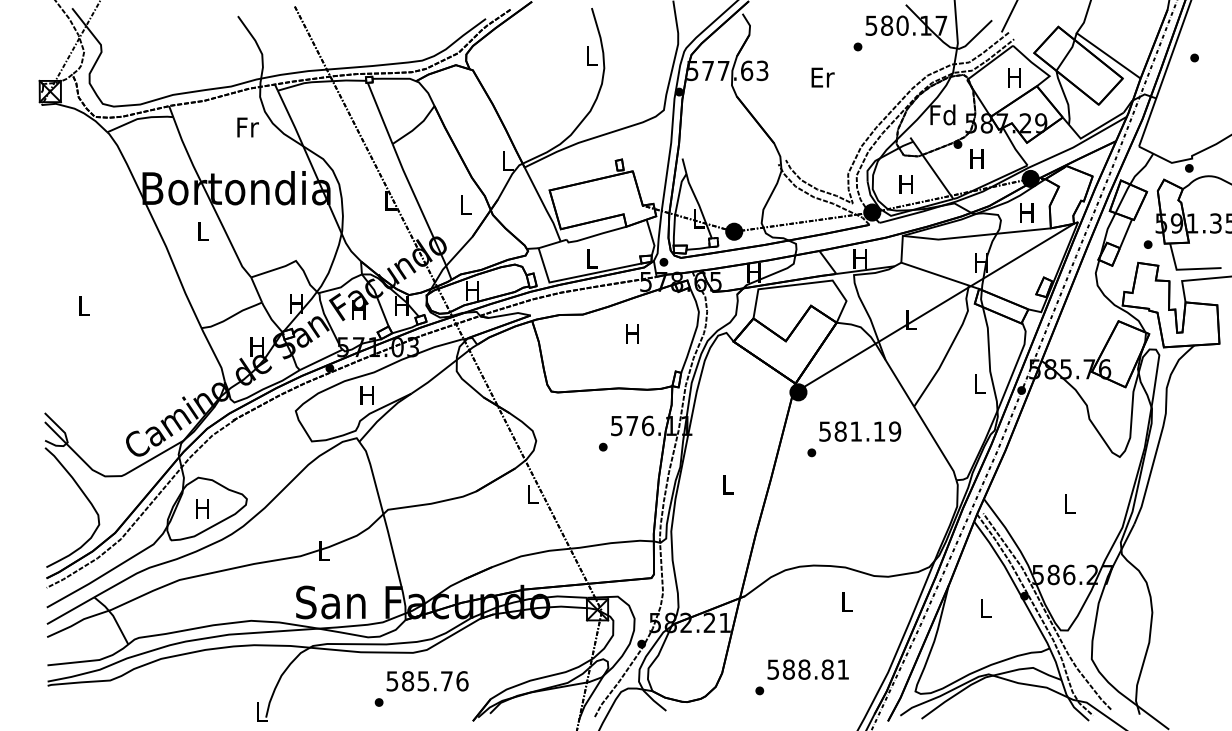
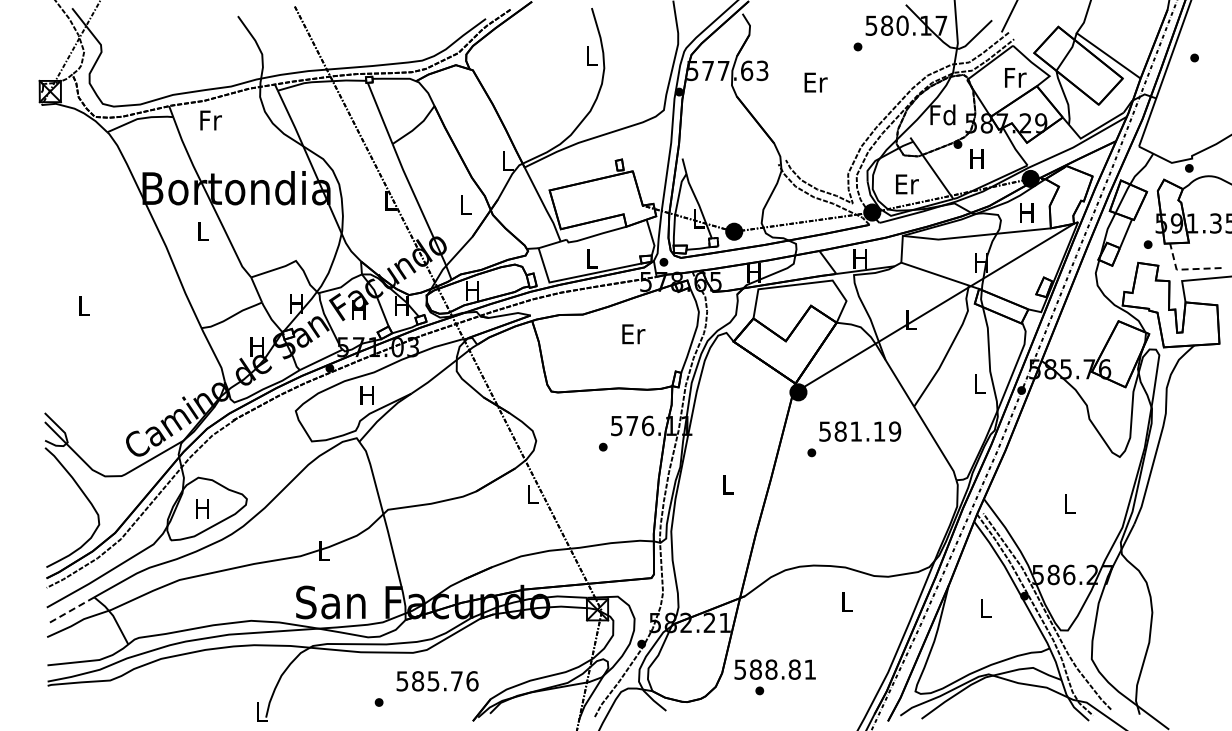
text at (822, 77) position: (822, 77) -> (815, 82)
text at (1015, 77): H -> Fr
text at (247, 127) position: (247, 127) -> (210, 120)
text at (907, 184): H -> Er
line at (1184, 269): solid -> dashed
text at (633, 334): H -> Er
line at (70, 611): solid -> dashed
text at (807, 669) position: (807, 669) -> (774, 669)
text at (427, 681) position: (427, 681) -> (437, 681)
